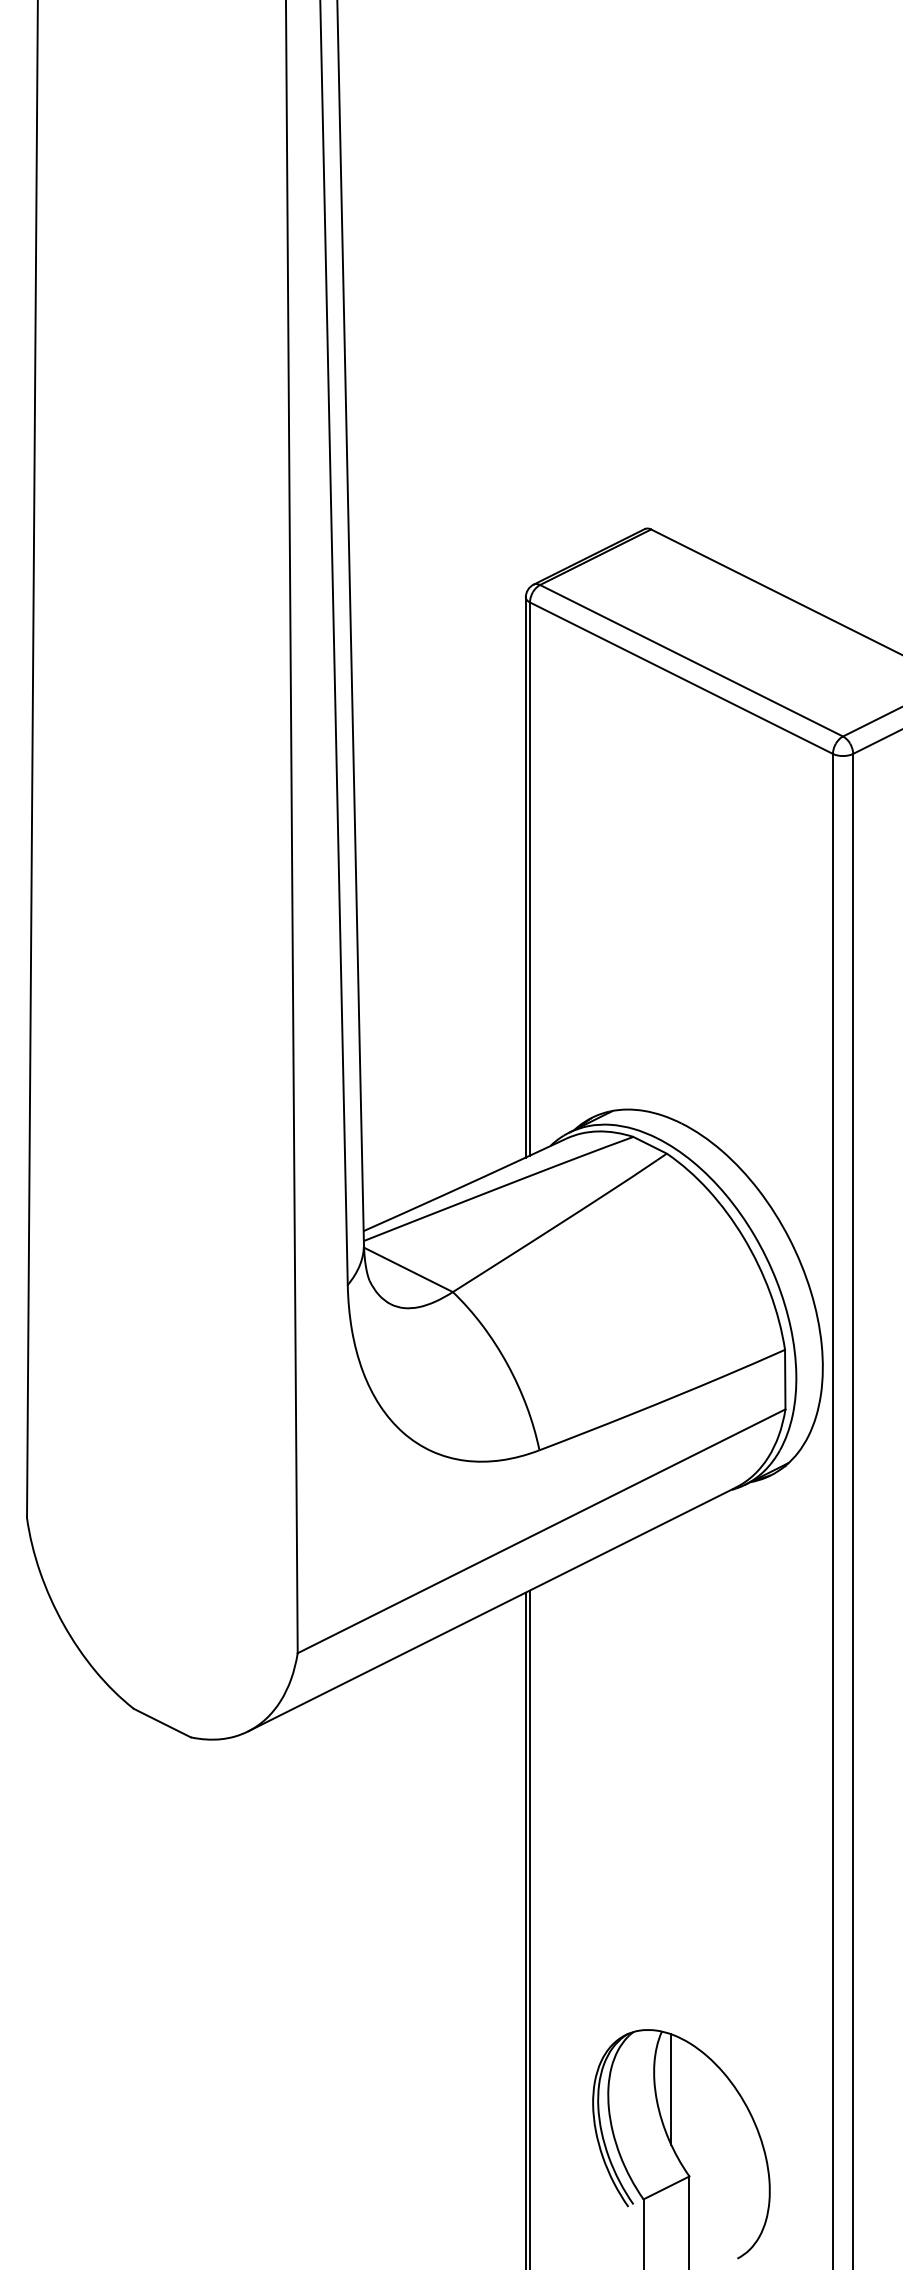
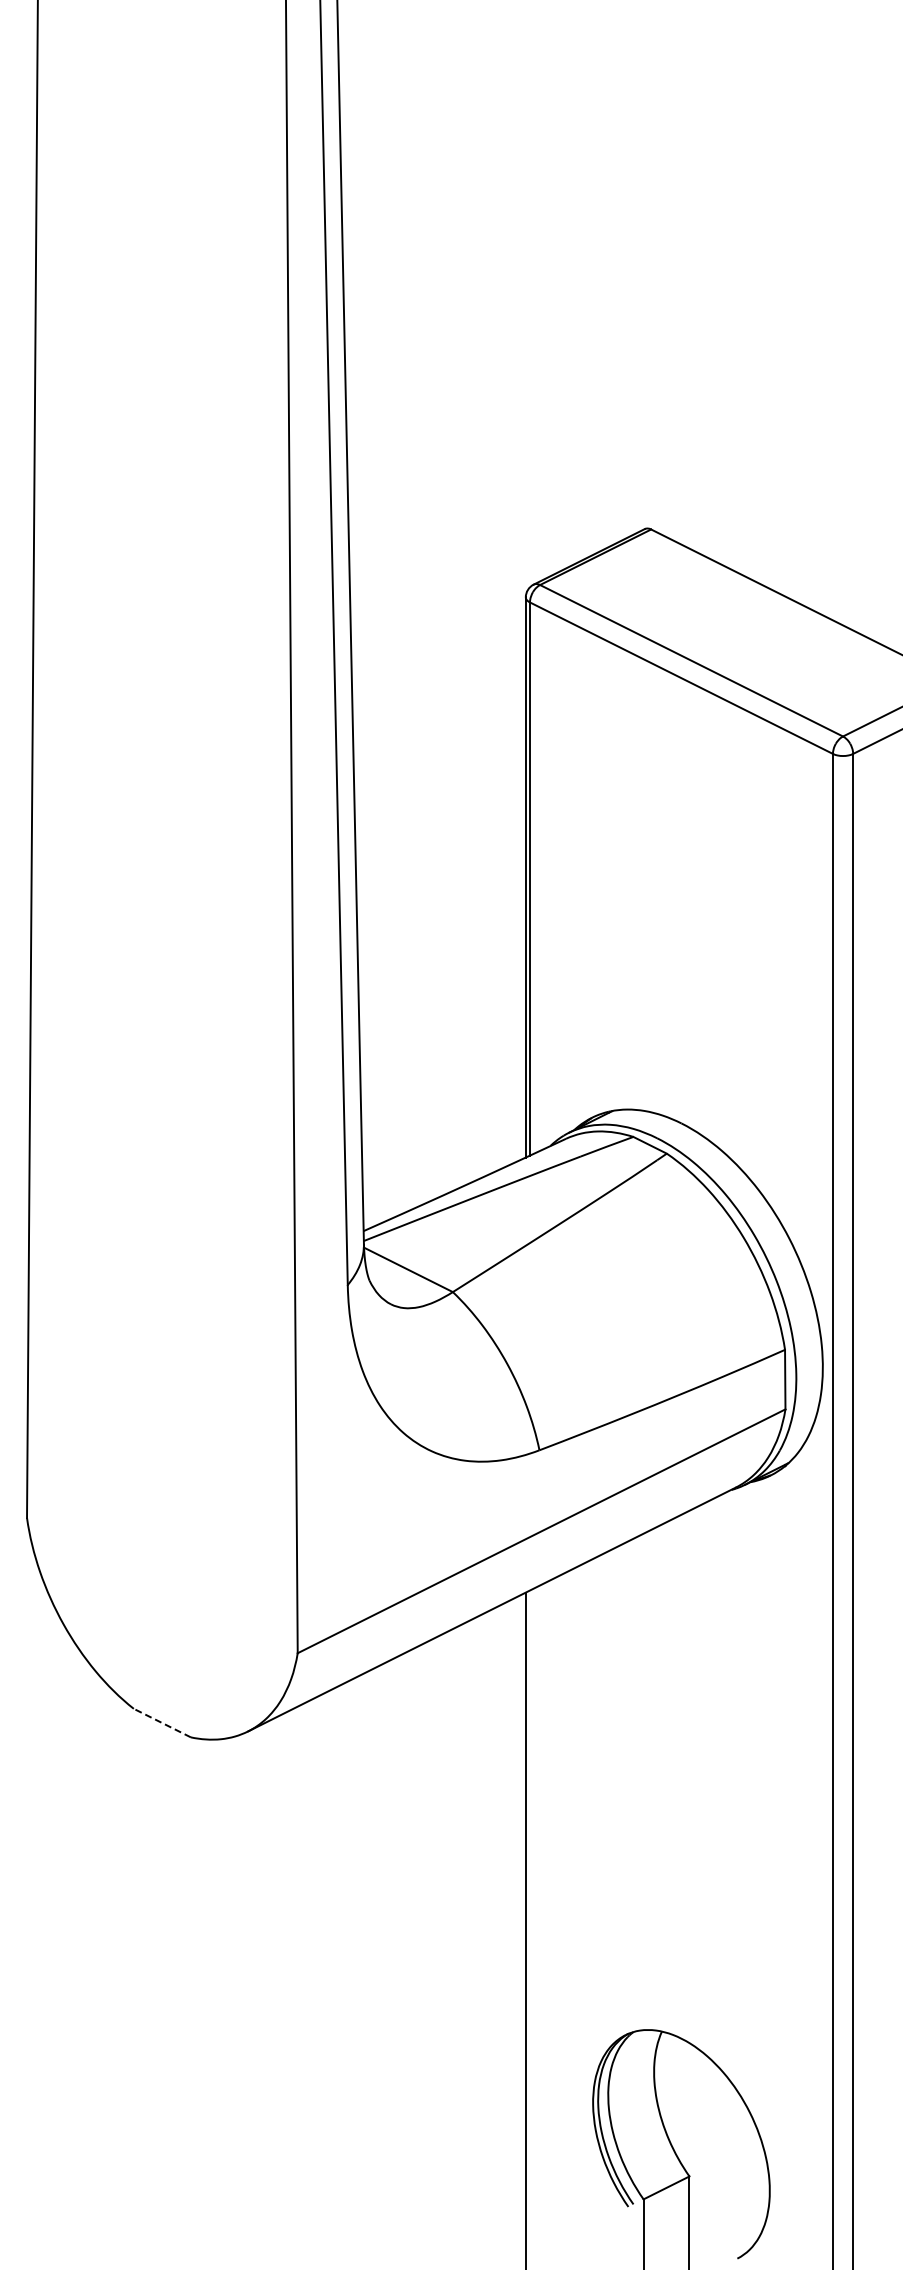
line at (162, 1723): solid -> dashed
line at (530, 1928): present -> none
line at (671, 2089): present -> none
